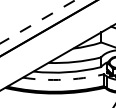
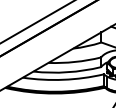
line at (37, 22): dashed -> solid
arc at (63, 79): dashed -> solid
